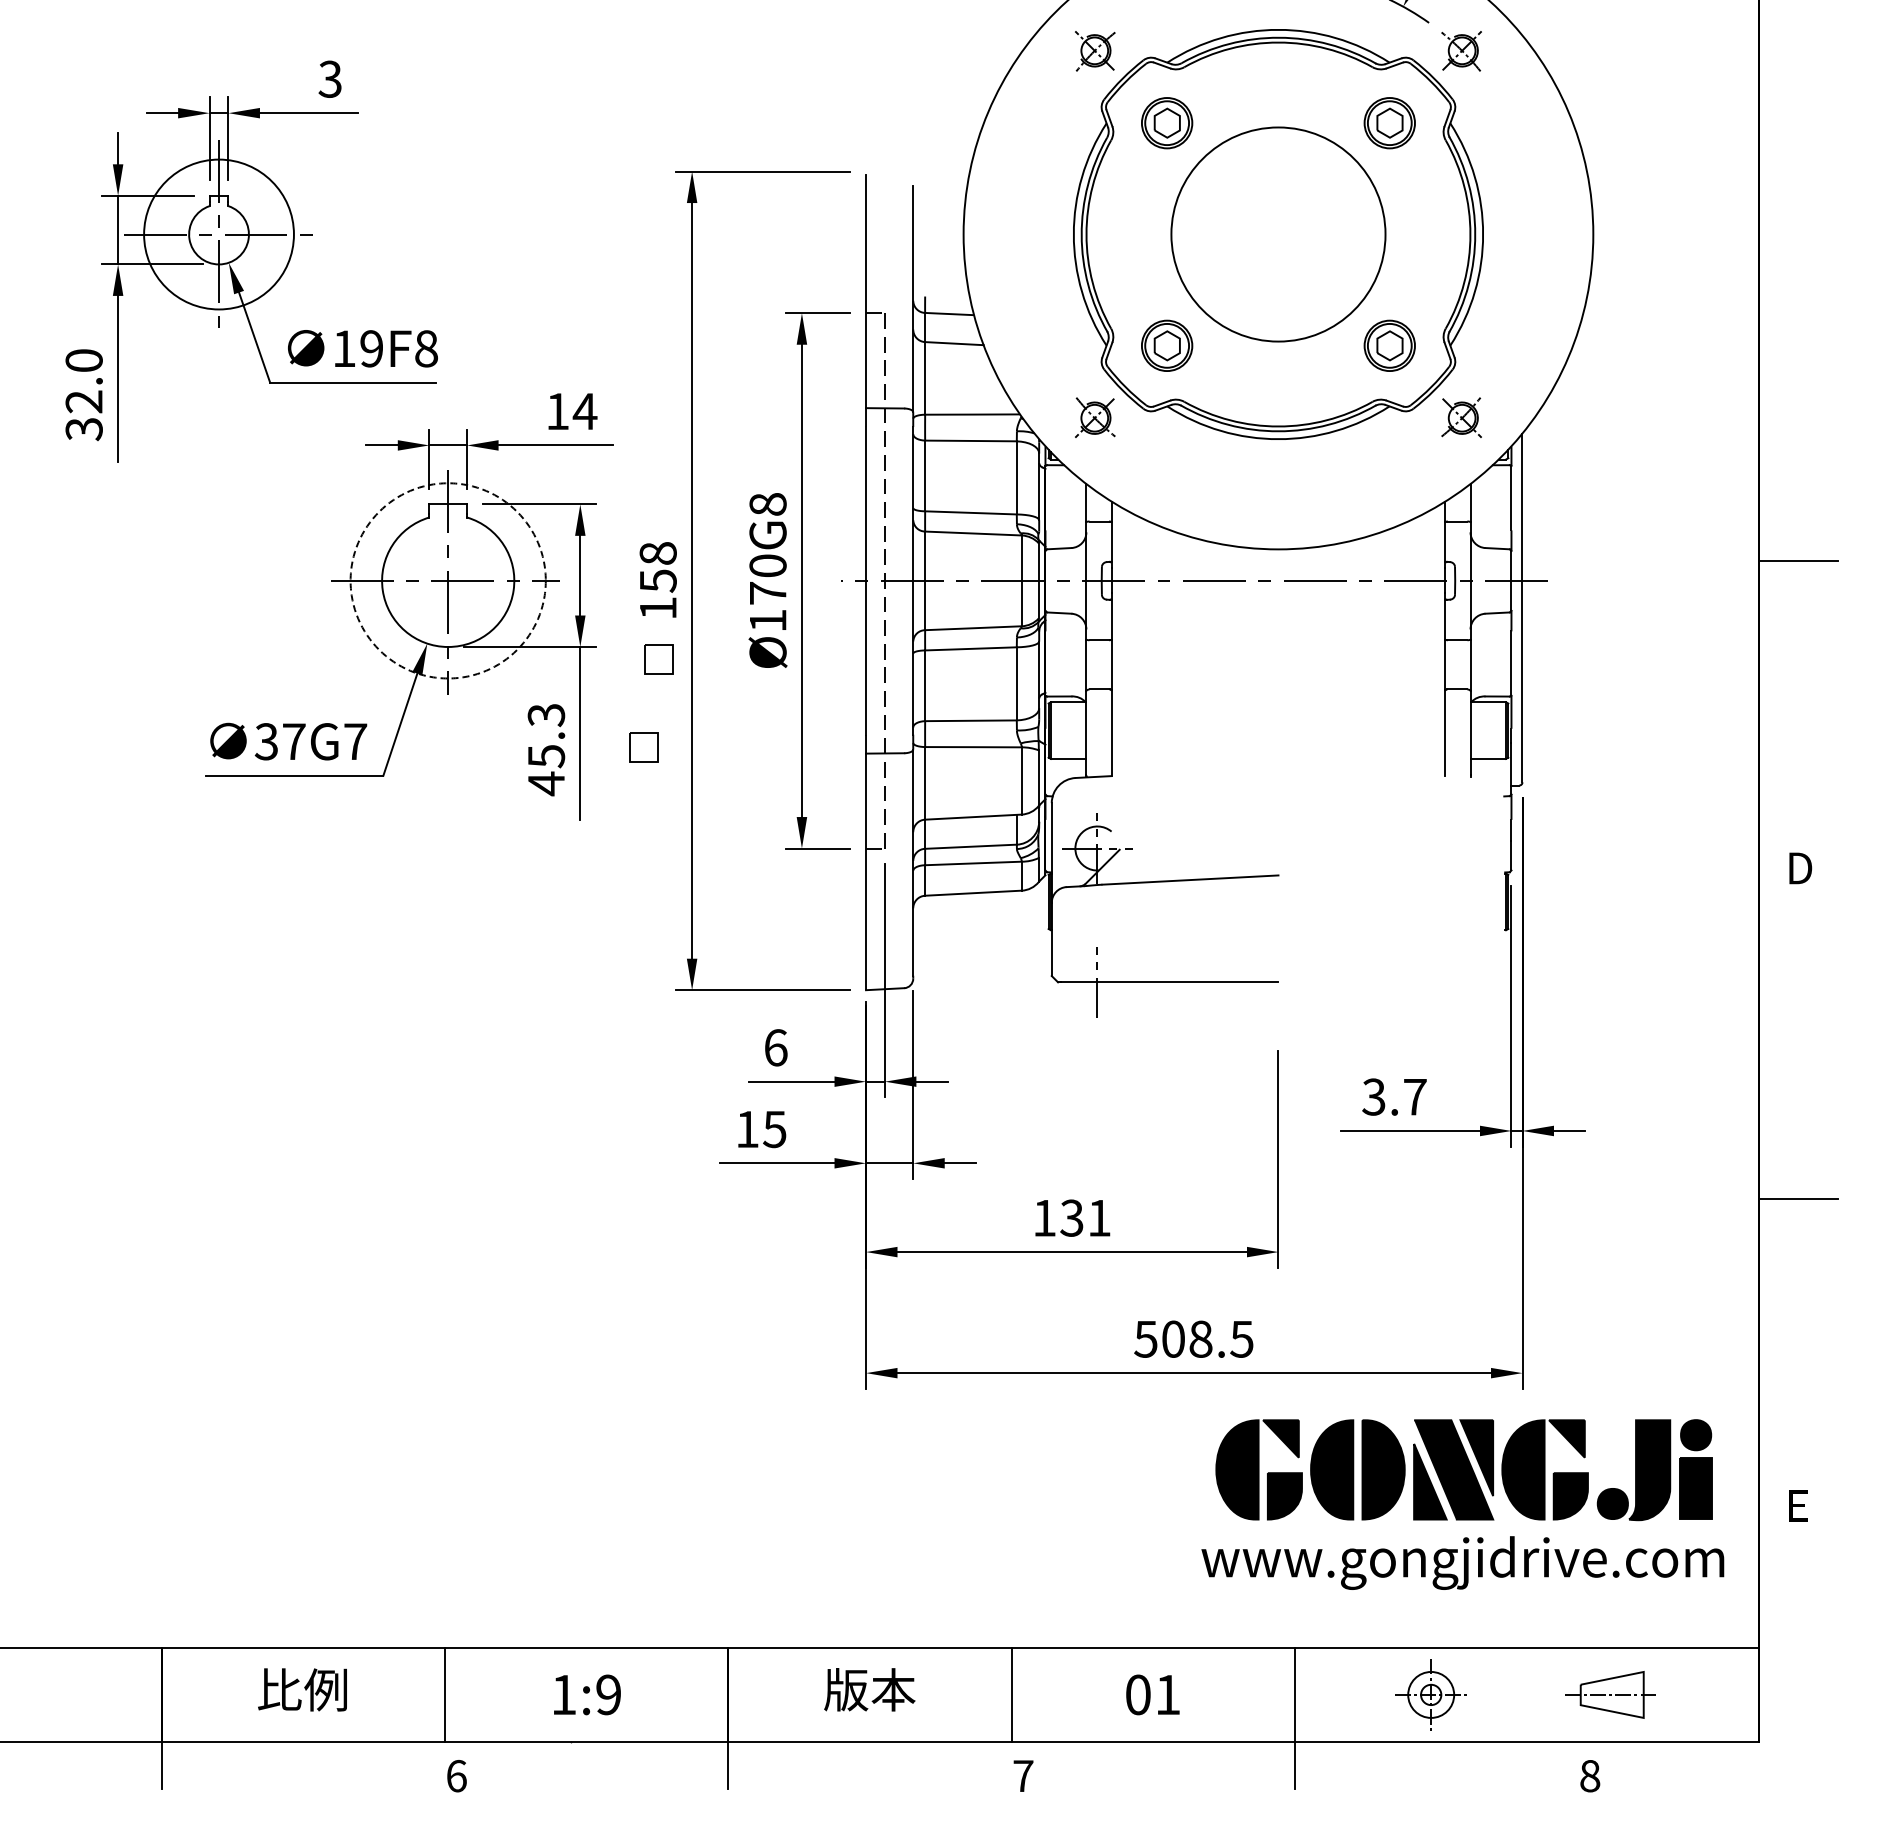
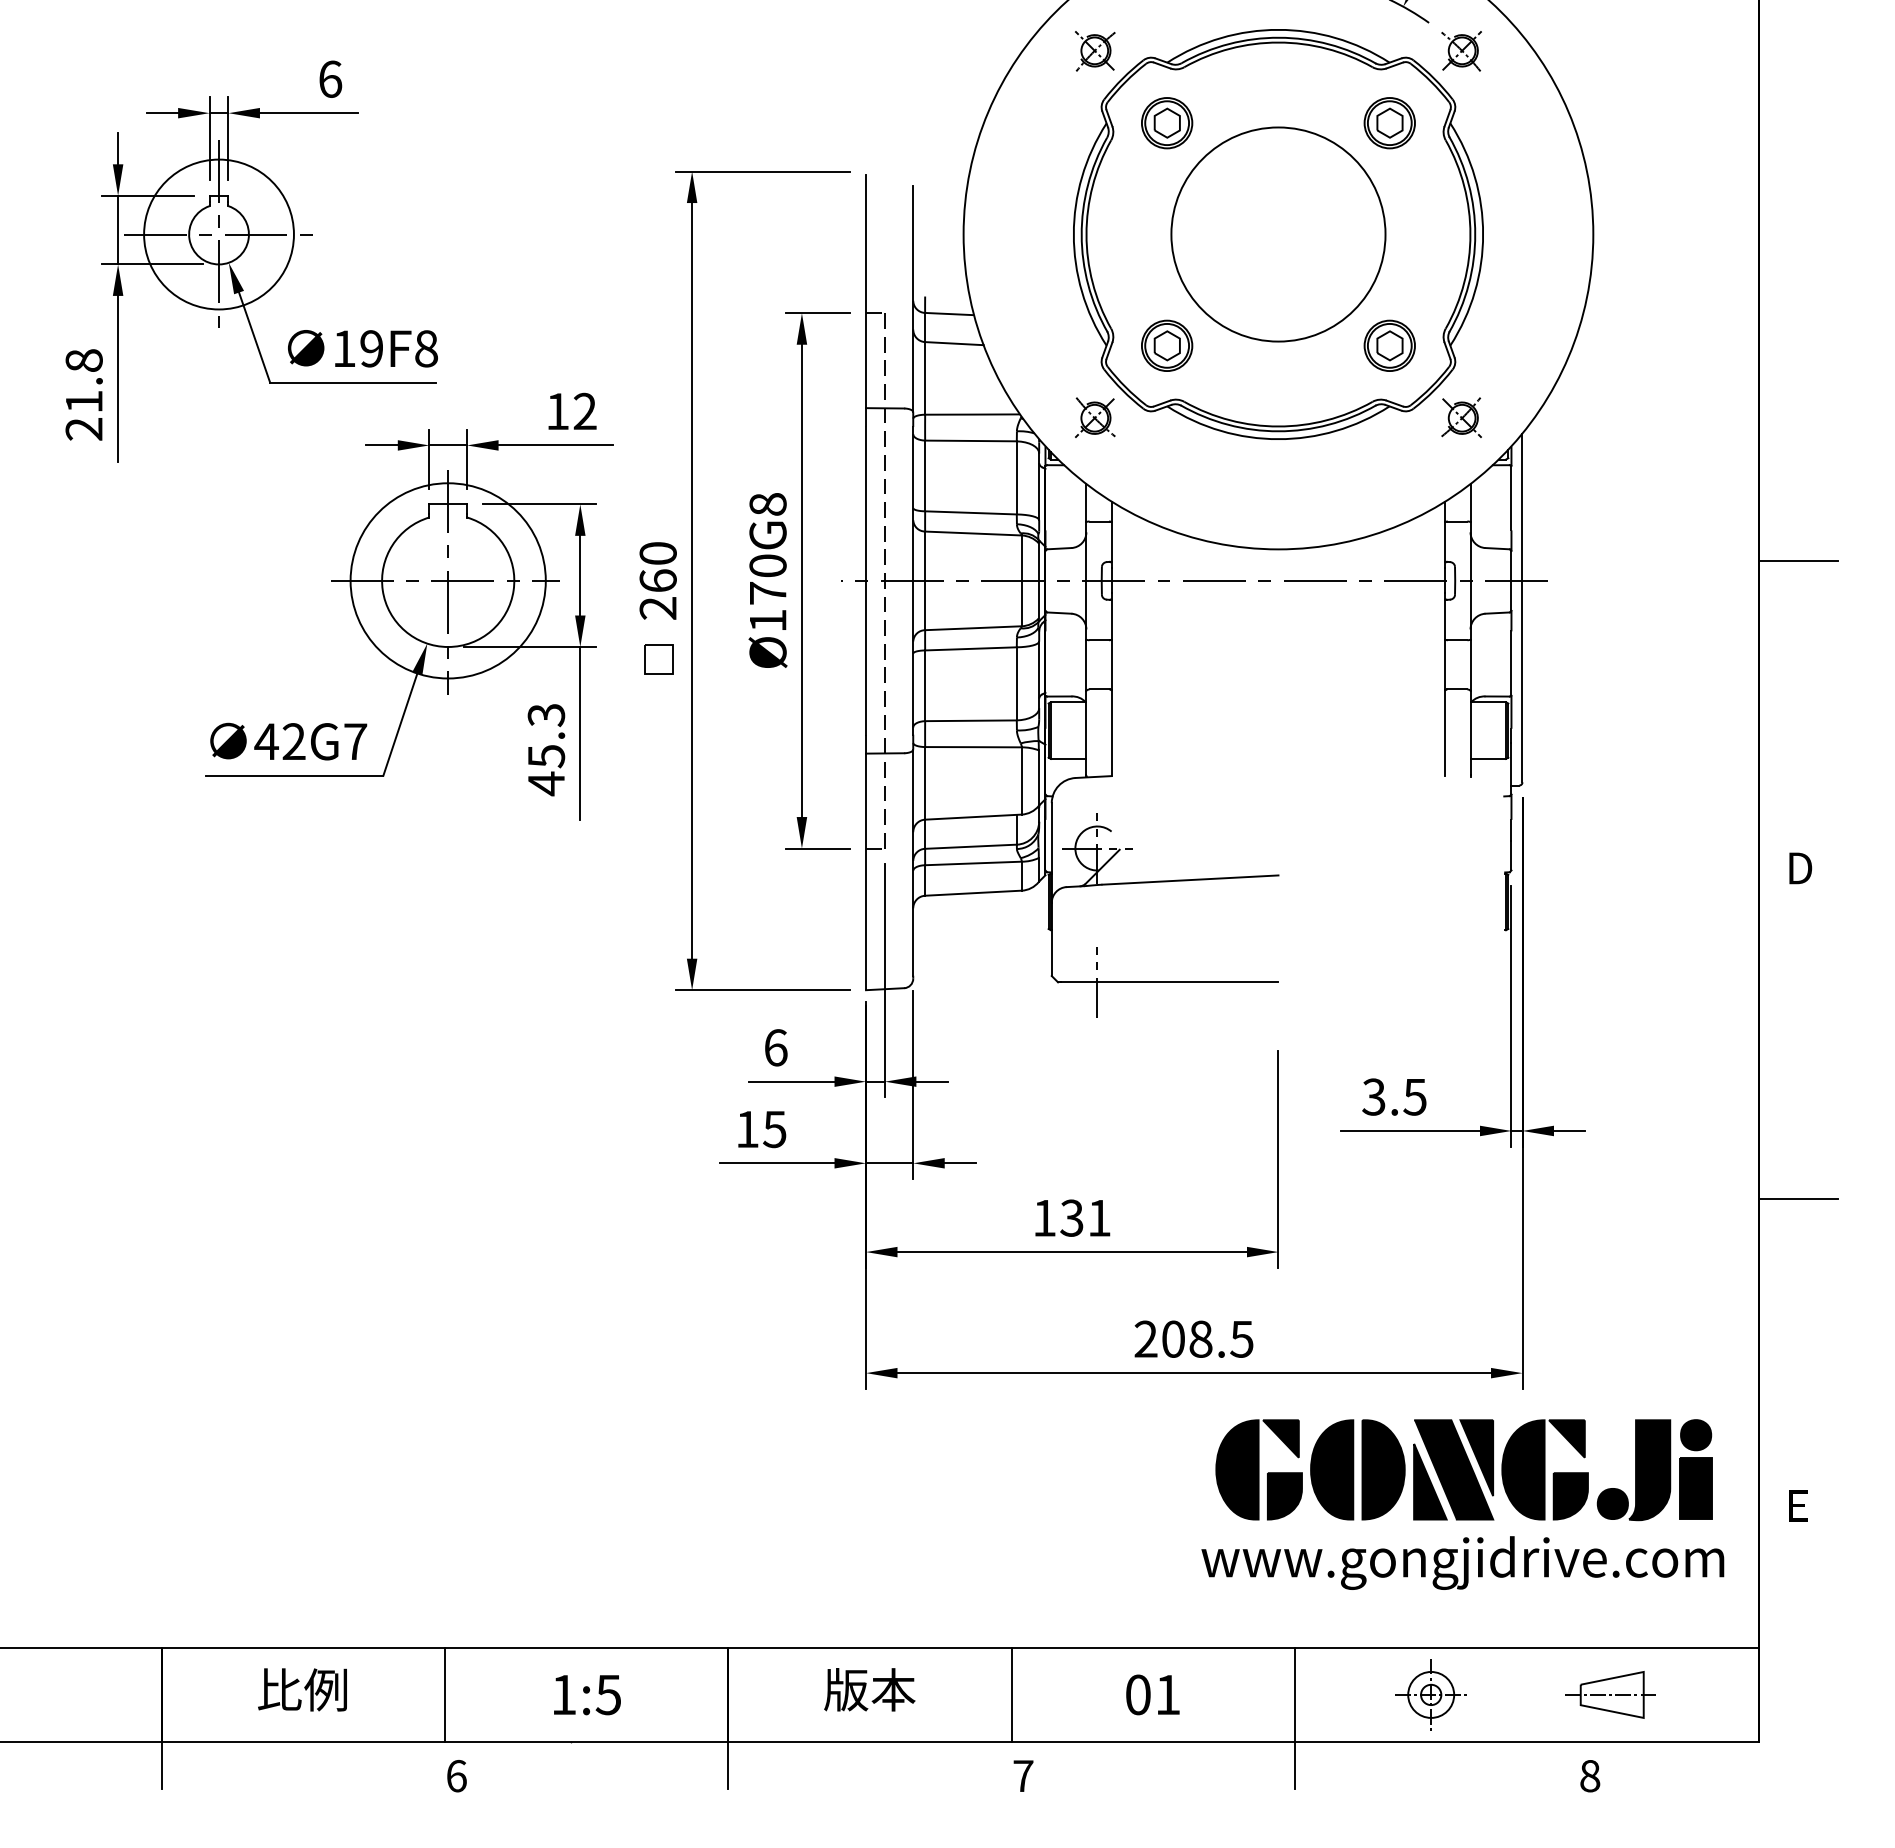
text at (330, 78): 3 -> 6
text at (83, 395): 32.0 -> 21.8
text at (584, 410): 14 -> 12
circle at (447, 580): dashed -> solid
text at (657, 580): 158 -> 260
text at (279, 741): 37G7 -> 42G7
part at (643, 747): present -> none
text at (1414, 1097): 3.7 -> 3.5
text at (1145, 1338): 508.5 -> 208.5
text at (607, 1694): 1:9 -> 1:5
